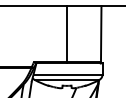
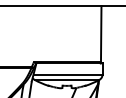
line at (67, 34): present -> none
